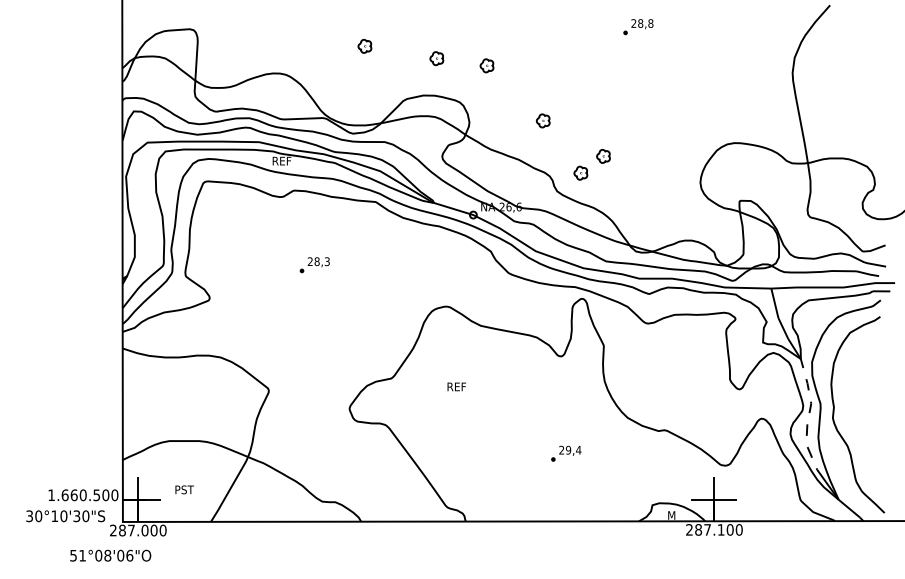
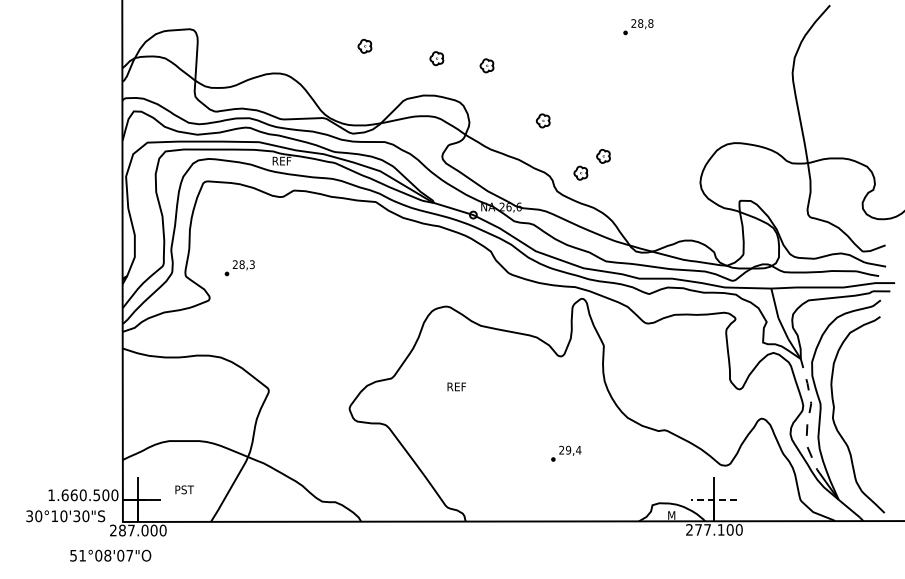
part at (314, 265) position: (314, 265) -> (239, 268)
line at (713, 499): solid -> dashed
text at (698, 529): 287.100 -> 277.100
text at (129, 555): 51°08'06"O -> 51°08'07"O
